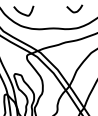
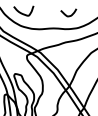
curve at (72, 10) position: (72, 10) -> (66, 14)
